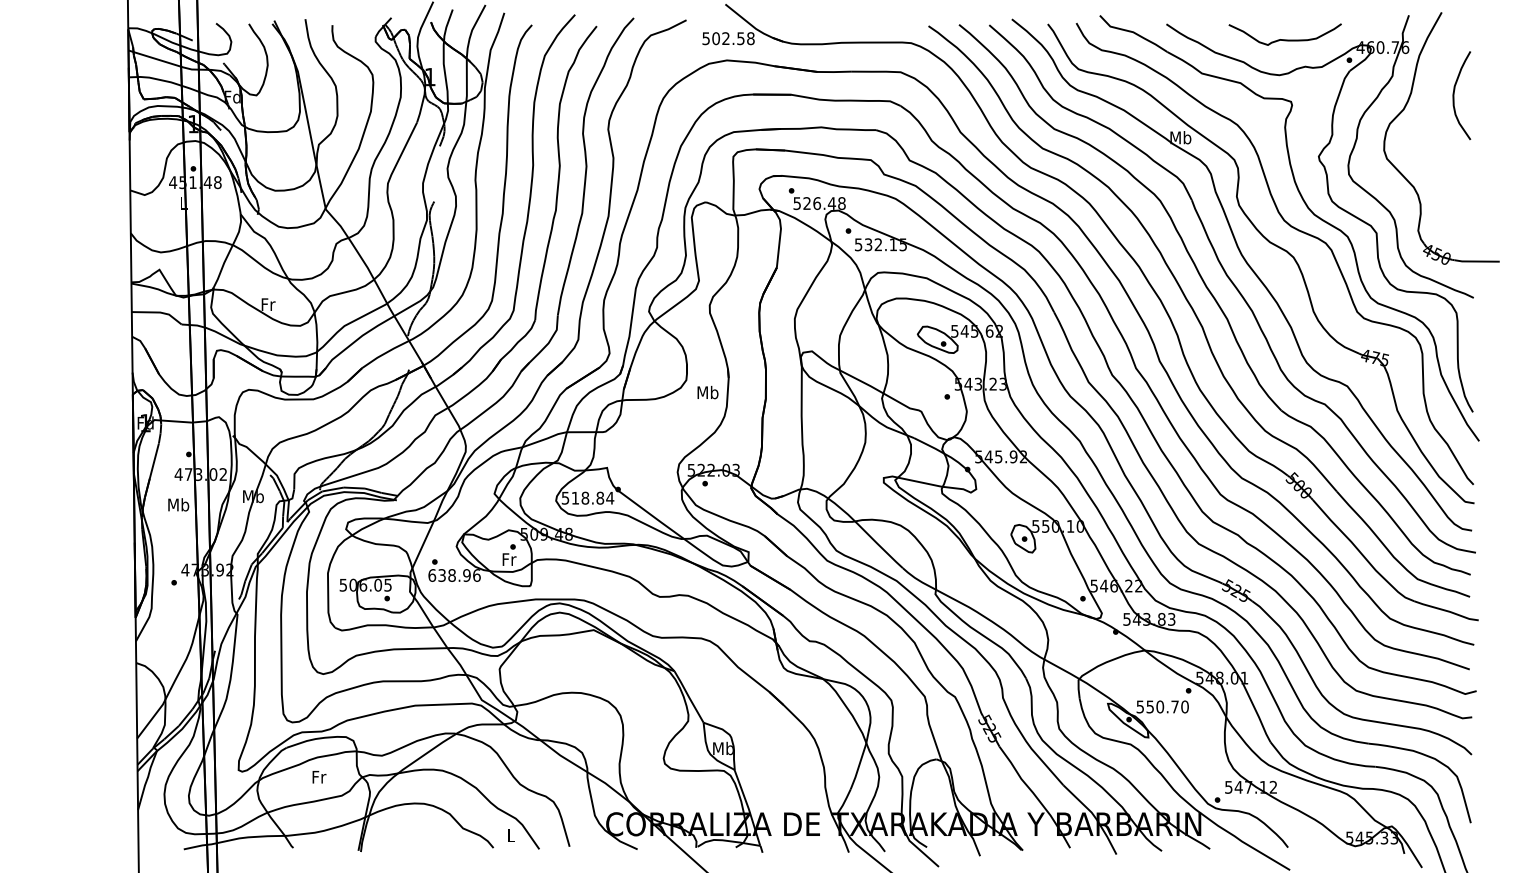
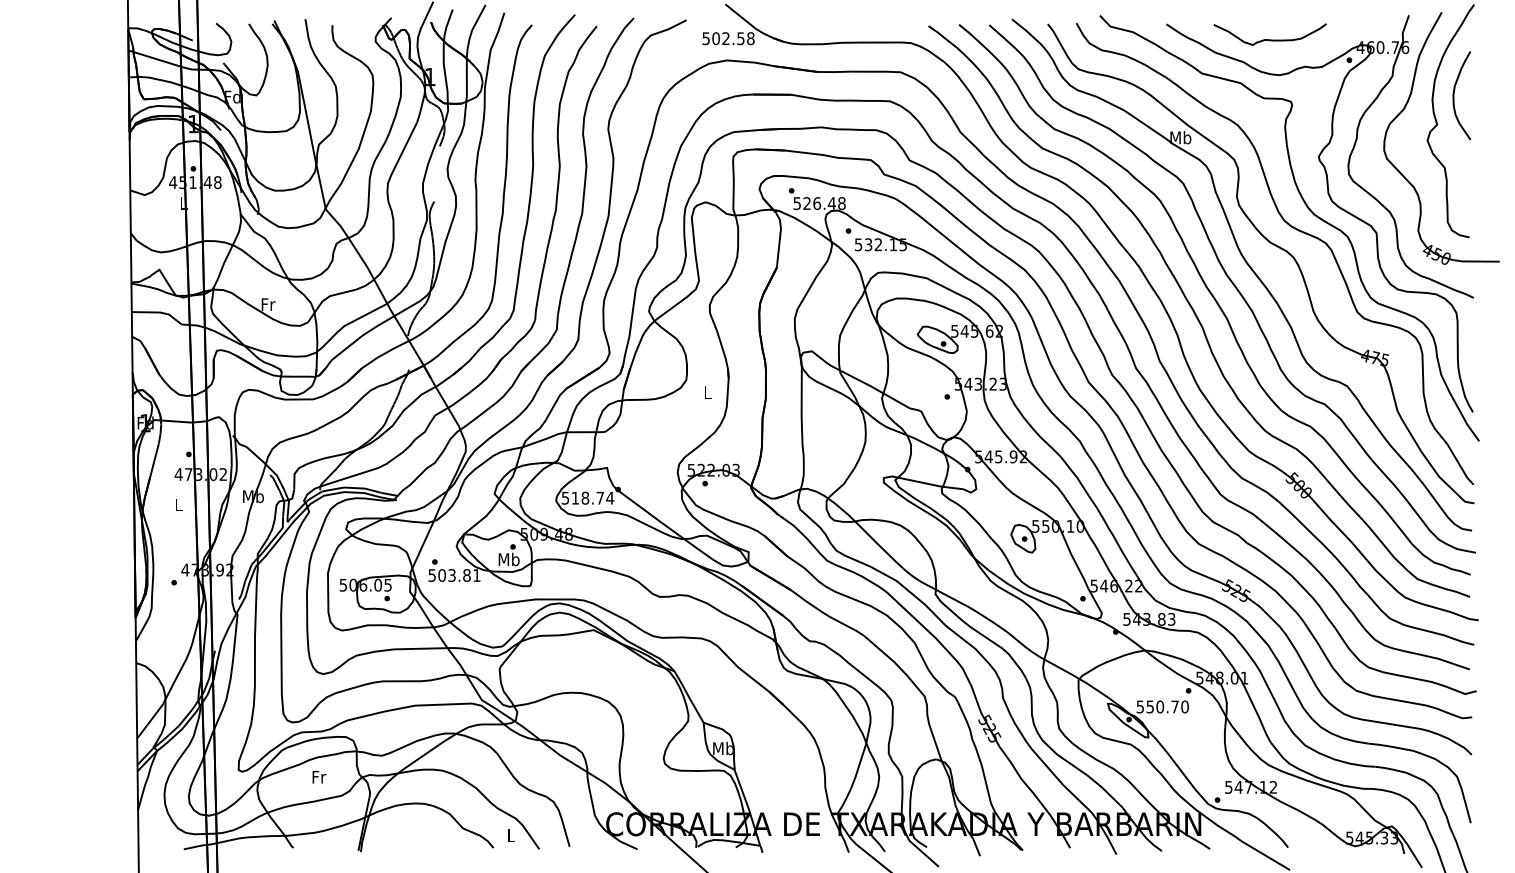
curve at (1284, 39) position: (1284, 39) -> (1269, 39)
curve at (1438, 124): none -> present
text at (707, 392): Mb -> L
text at (600, 497): 518.84 -> 518.74
text at (178, 504): Mb -> L
text at (508, 559): Fr -> Mb
text at (454, 575): 638.96 -> 503.81
